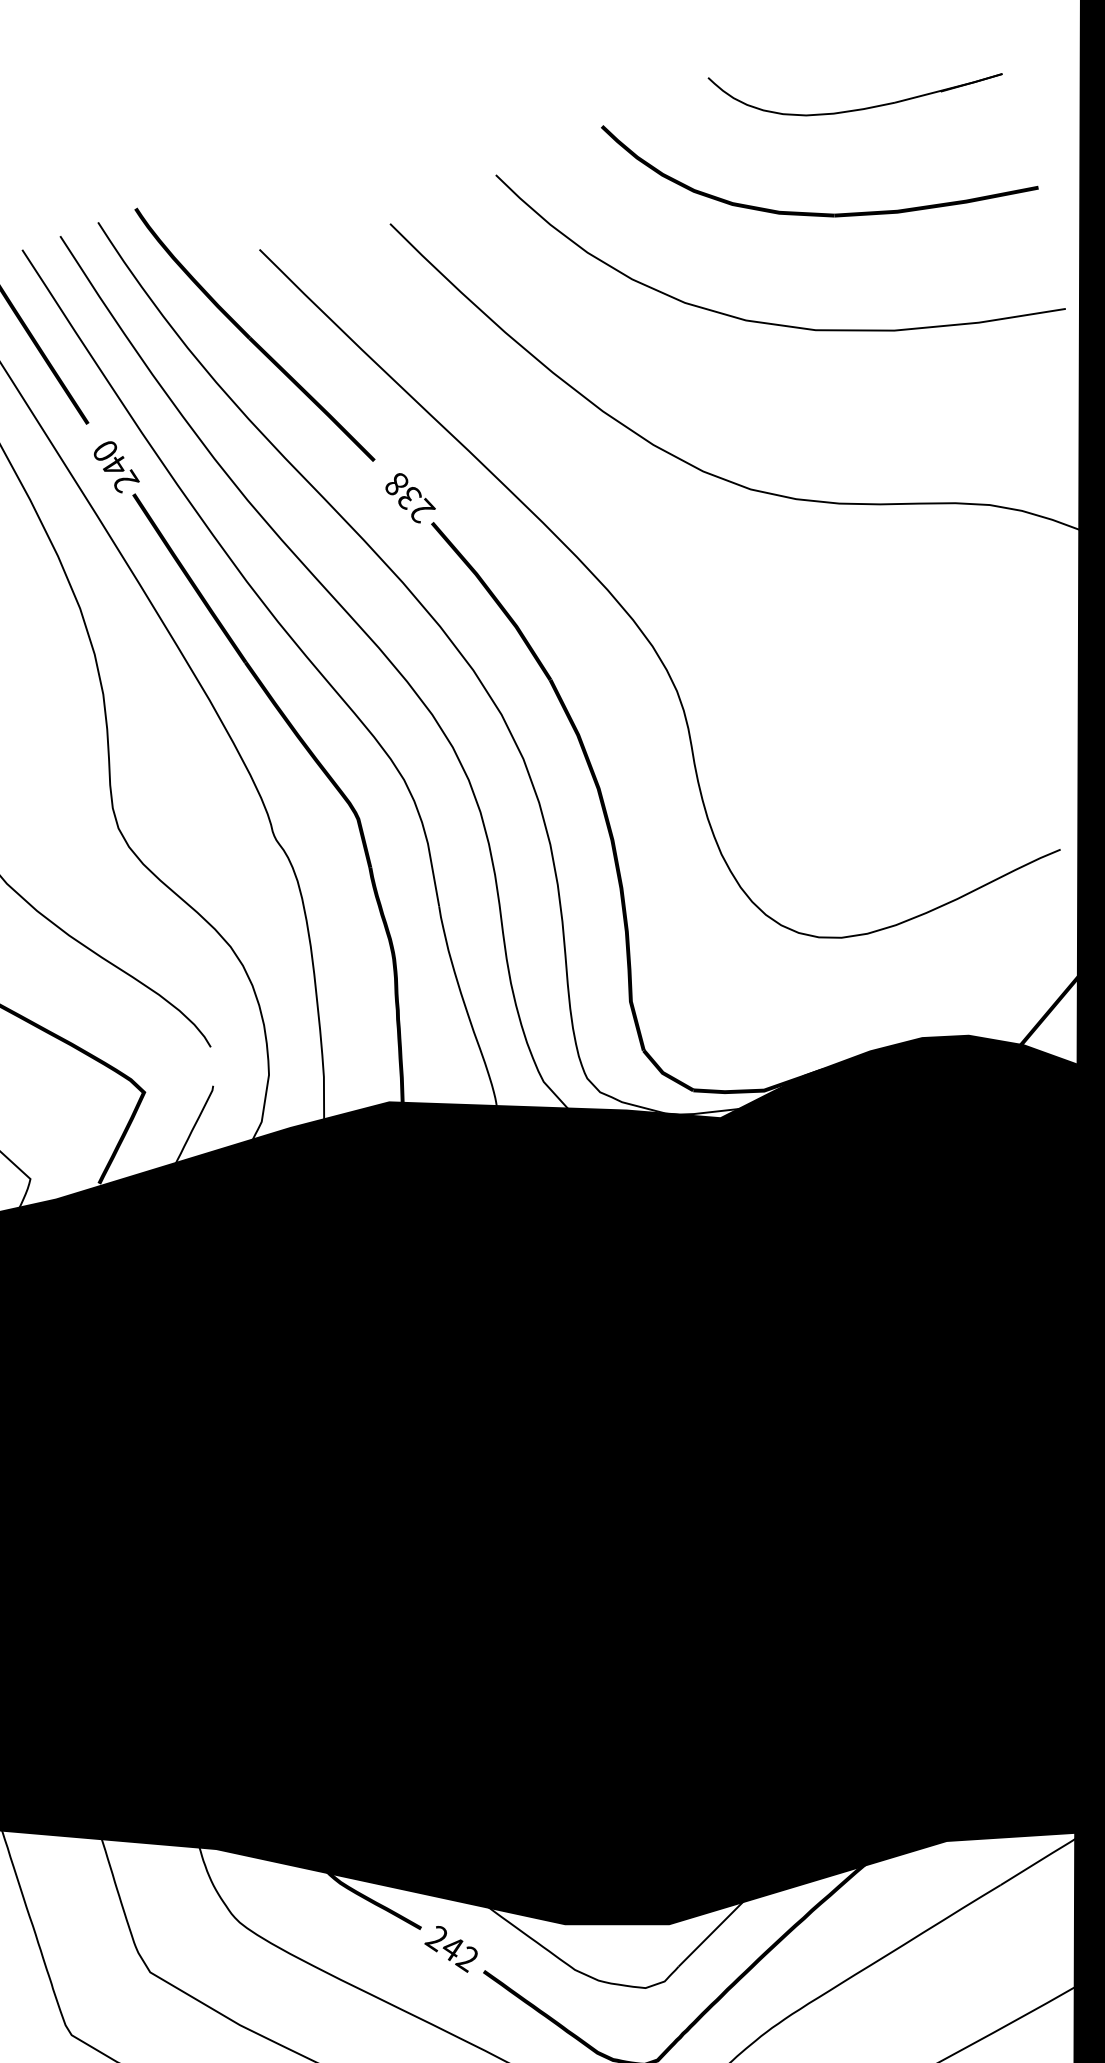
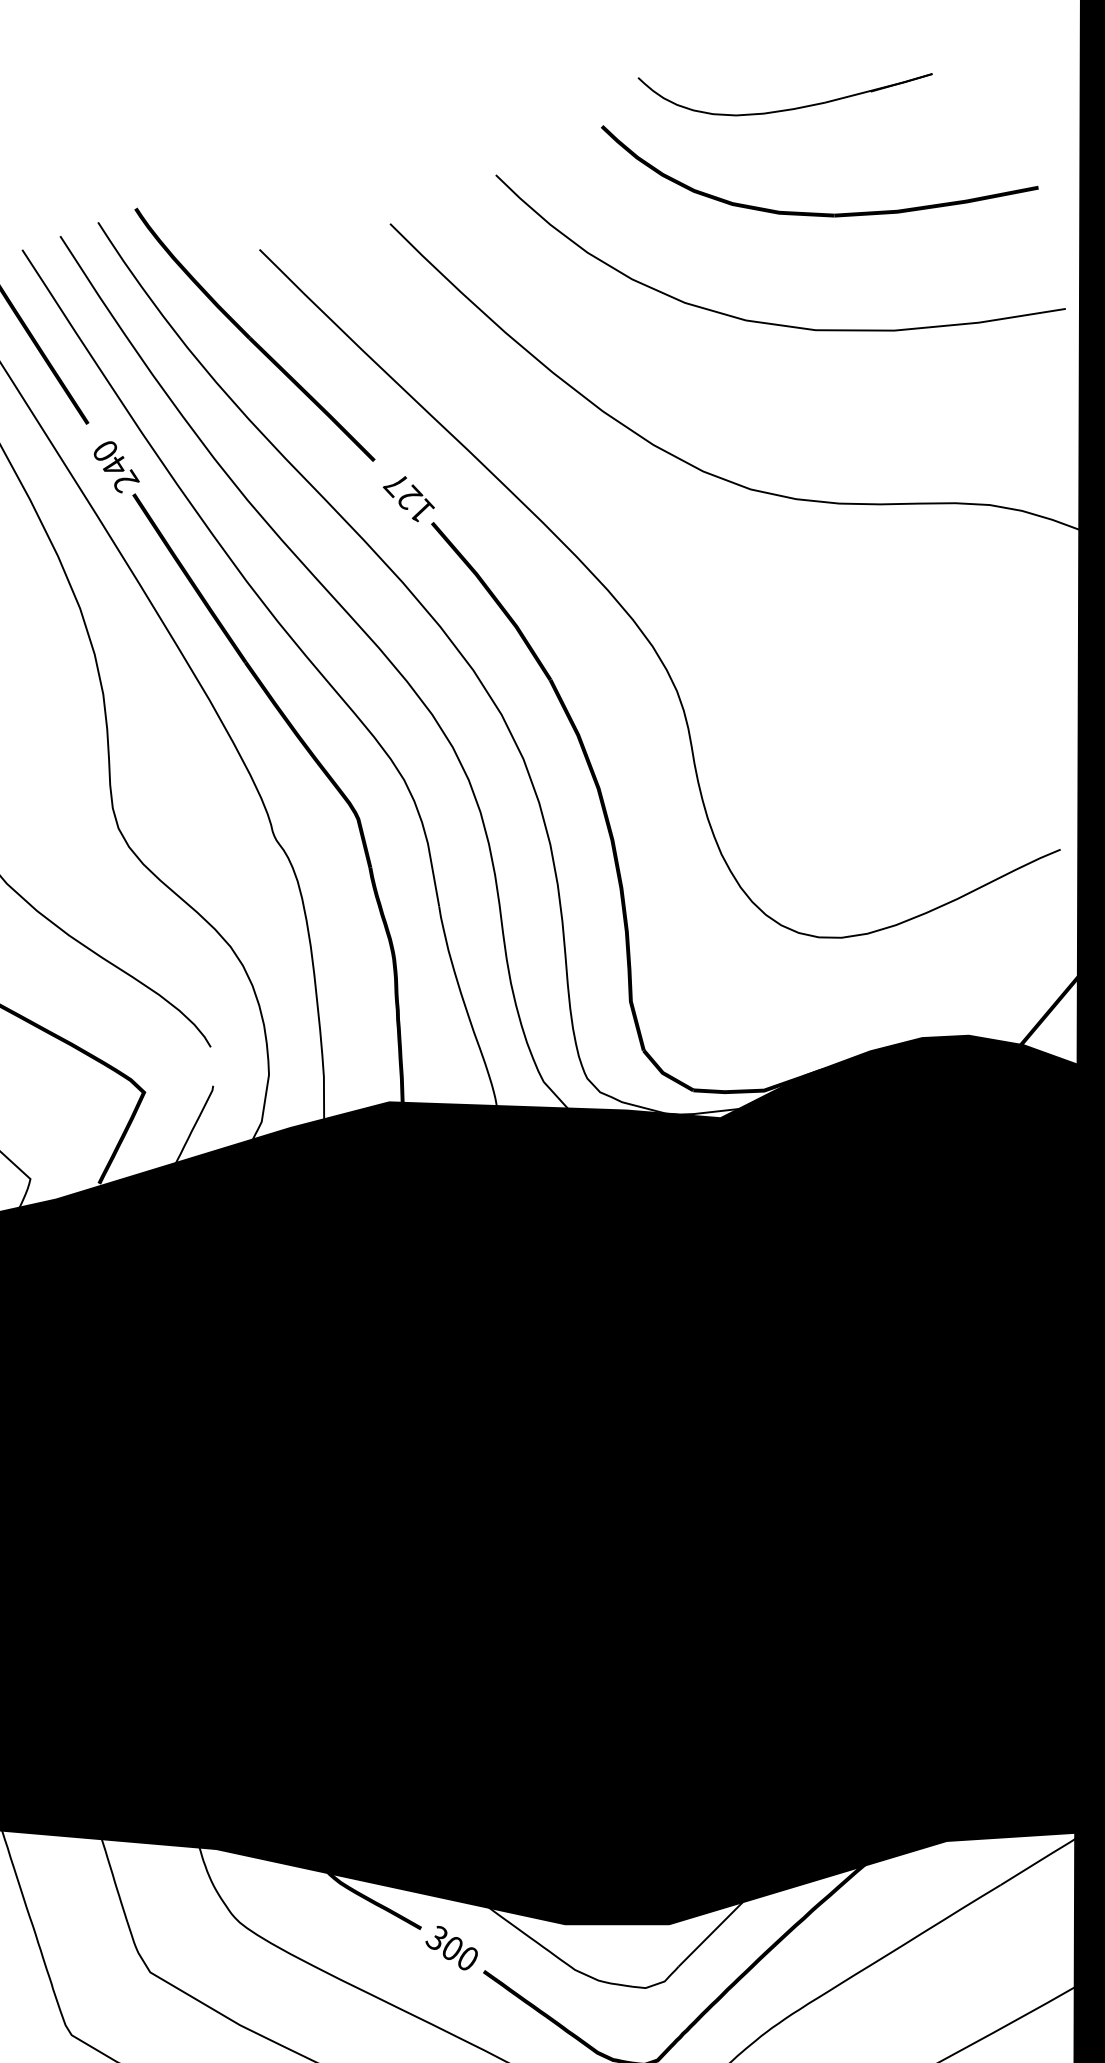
part at (859, 108) position: (859, 108) -> (789, 108)
text at (408, 498): 238 -> 127
text at (450, 1949): 242 -> 300
